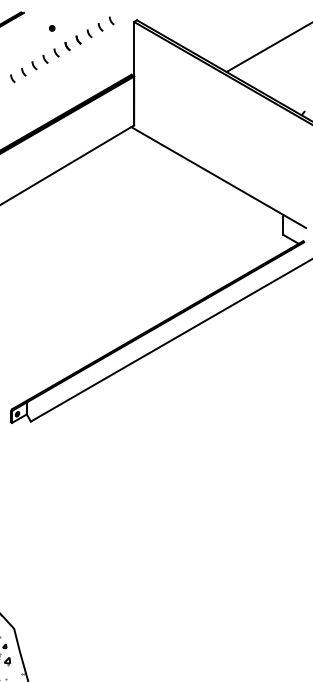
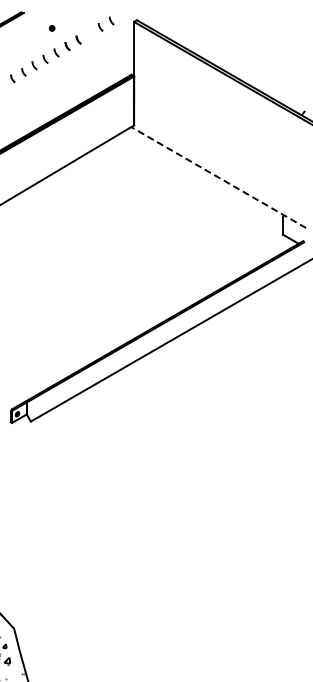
arc at (89, 33): present -> none
line at (267, 47): present -> none
line at (218, 177): solid -> dashed
